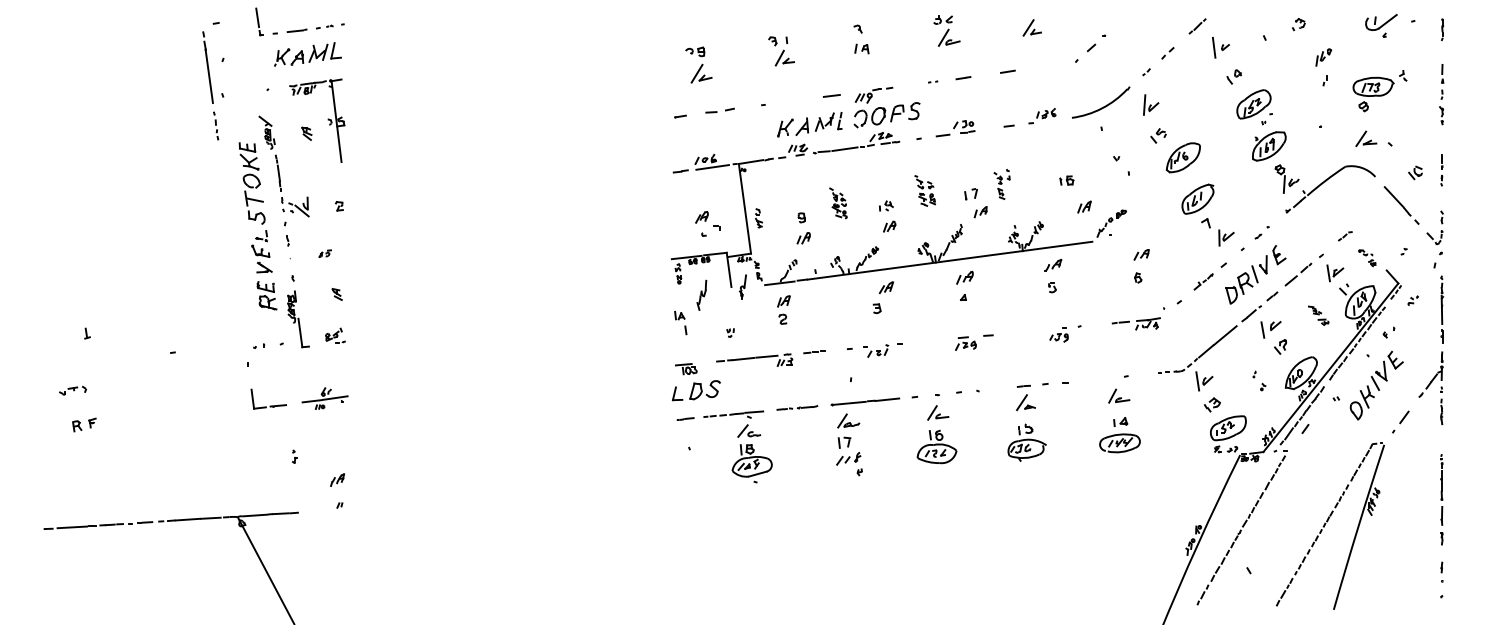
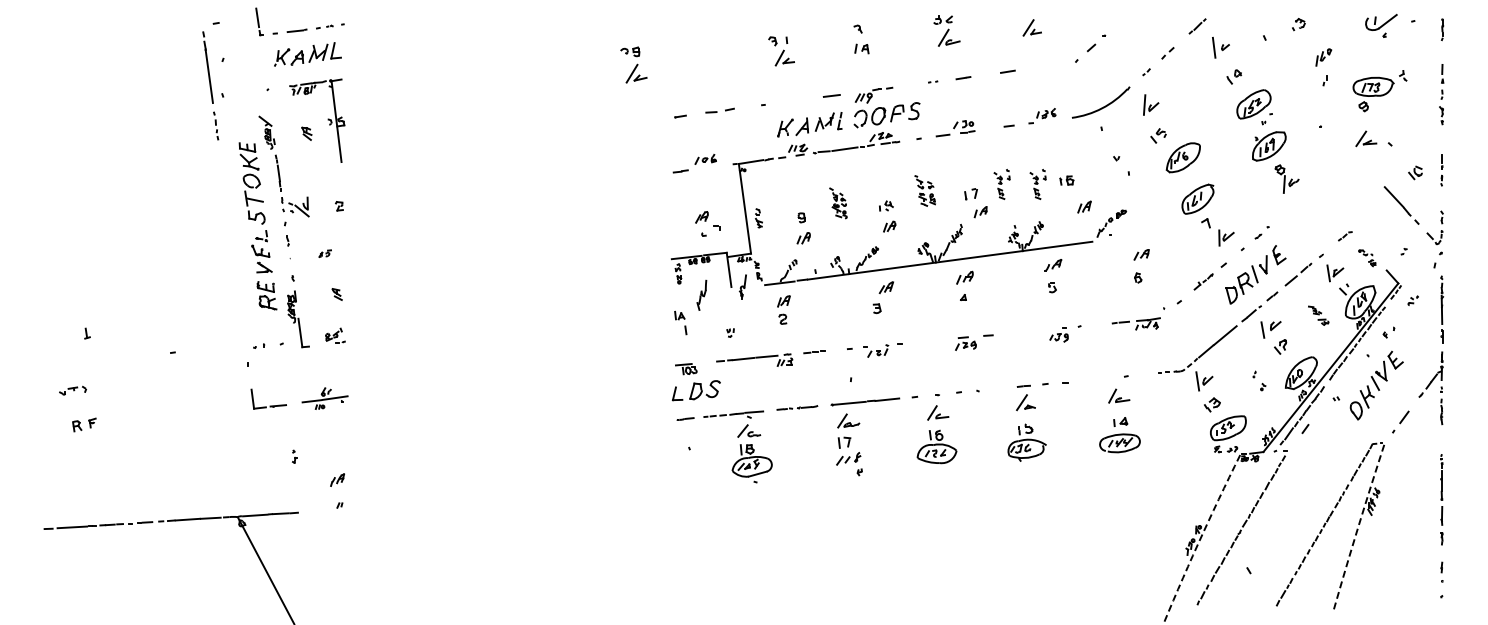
part at (698, 64) position: (698, 64) -> (633, 64)
line at (712, 167): present -> none
part at (1325, 182): present -> none
part at (1037, 184): none -> present
arc at (1358, 527): solid -> dashed
arc at (1200, 539): solid -> dashed
